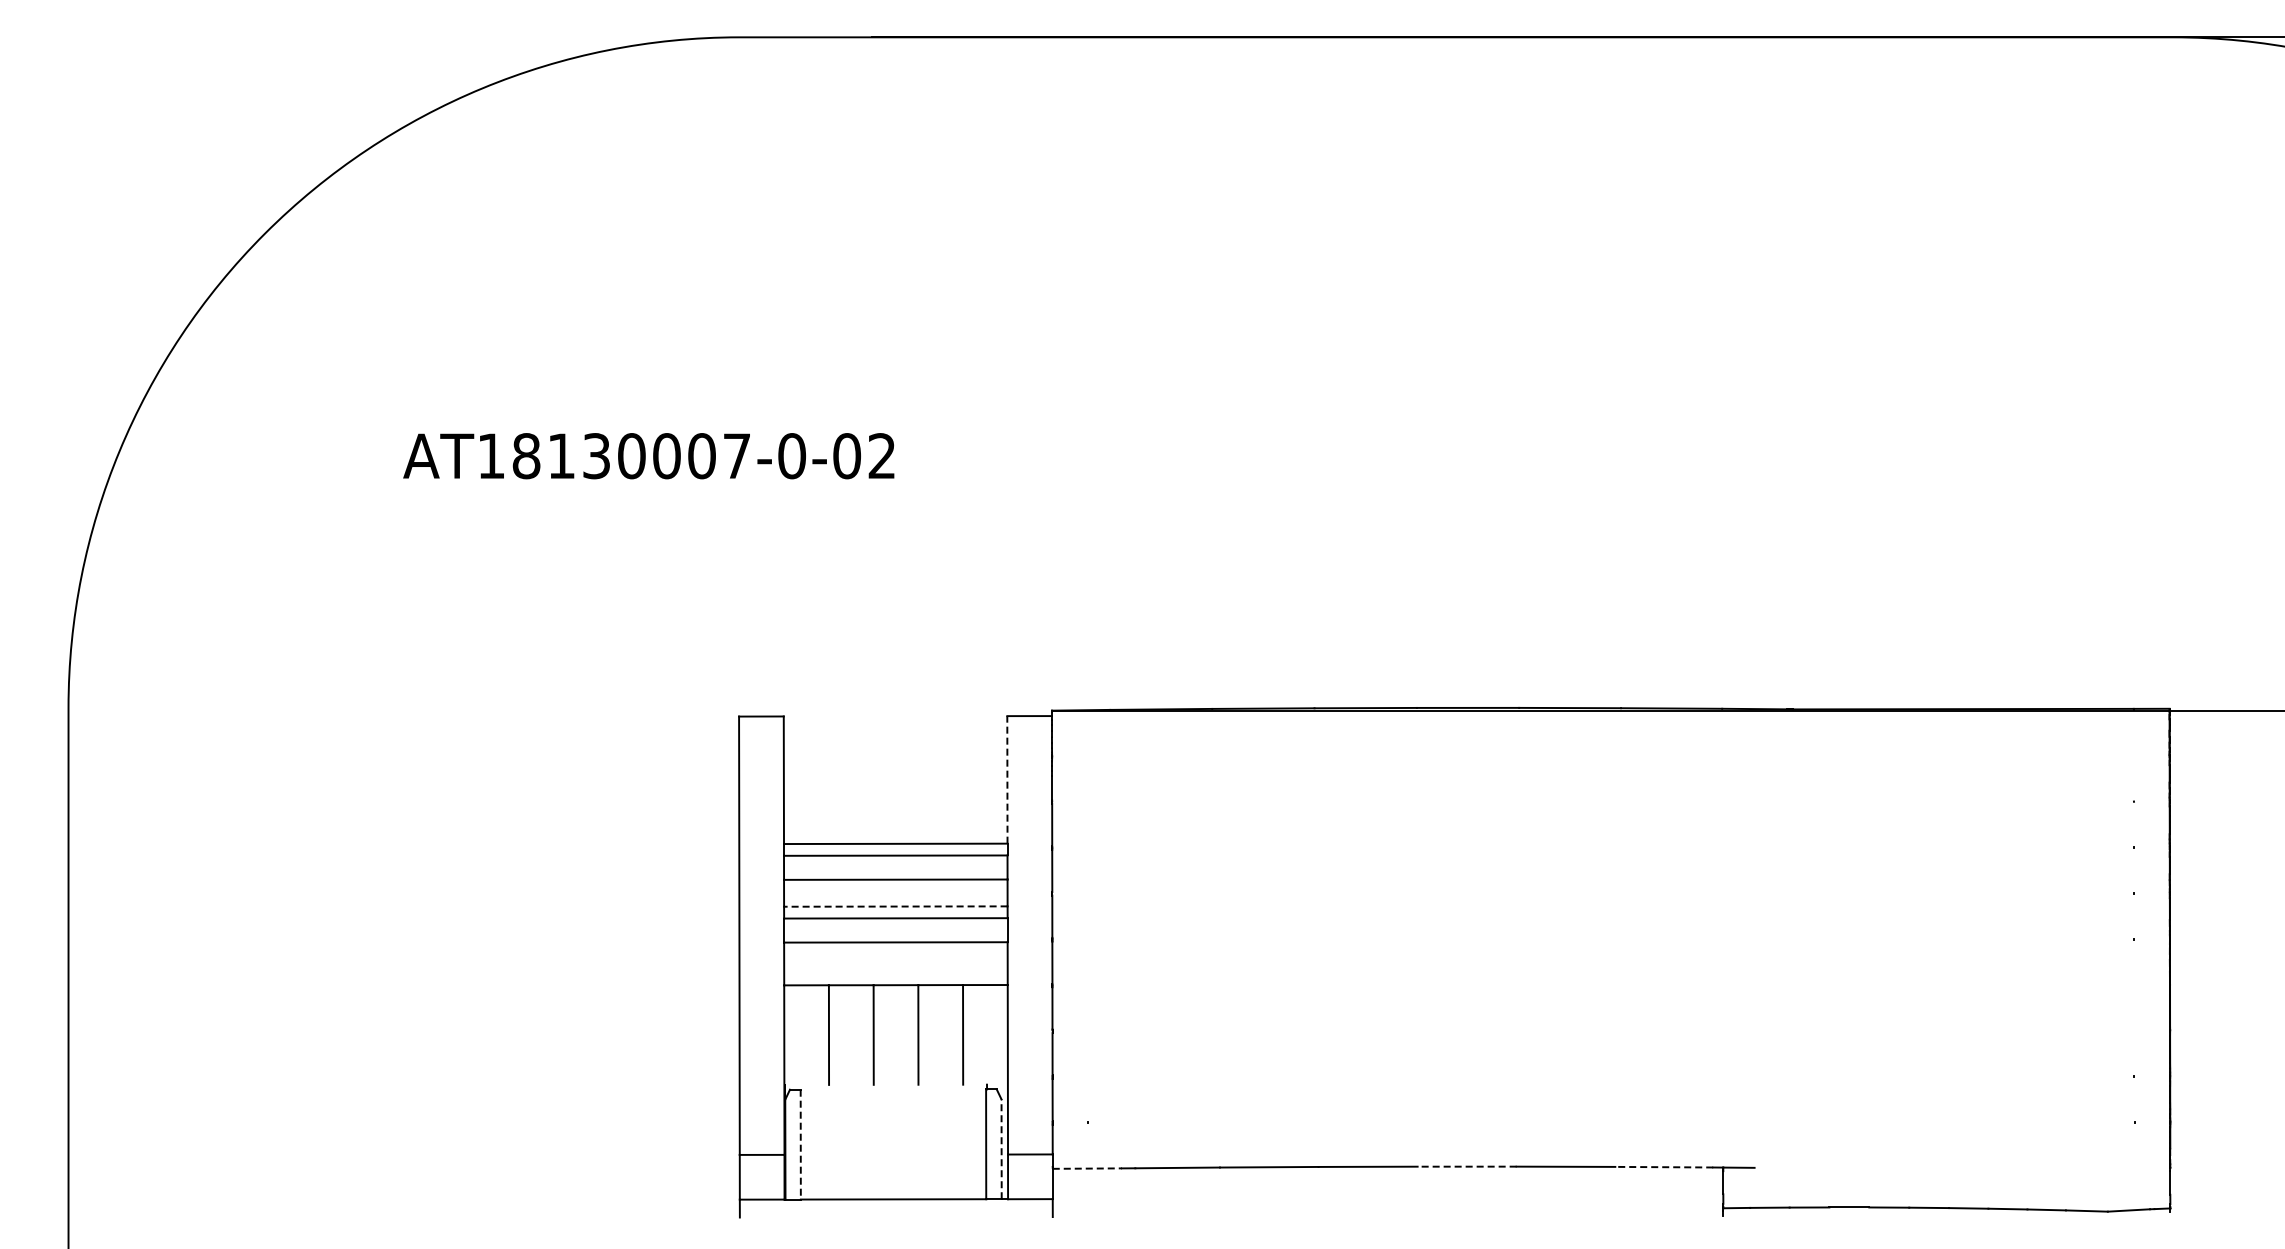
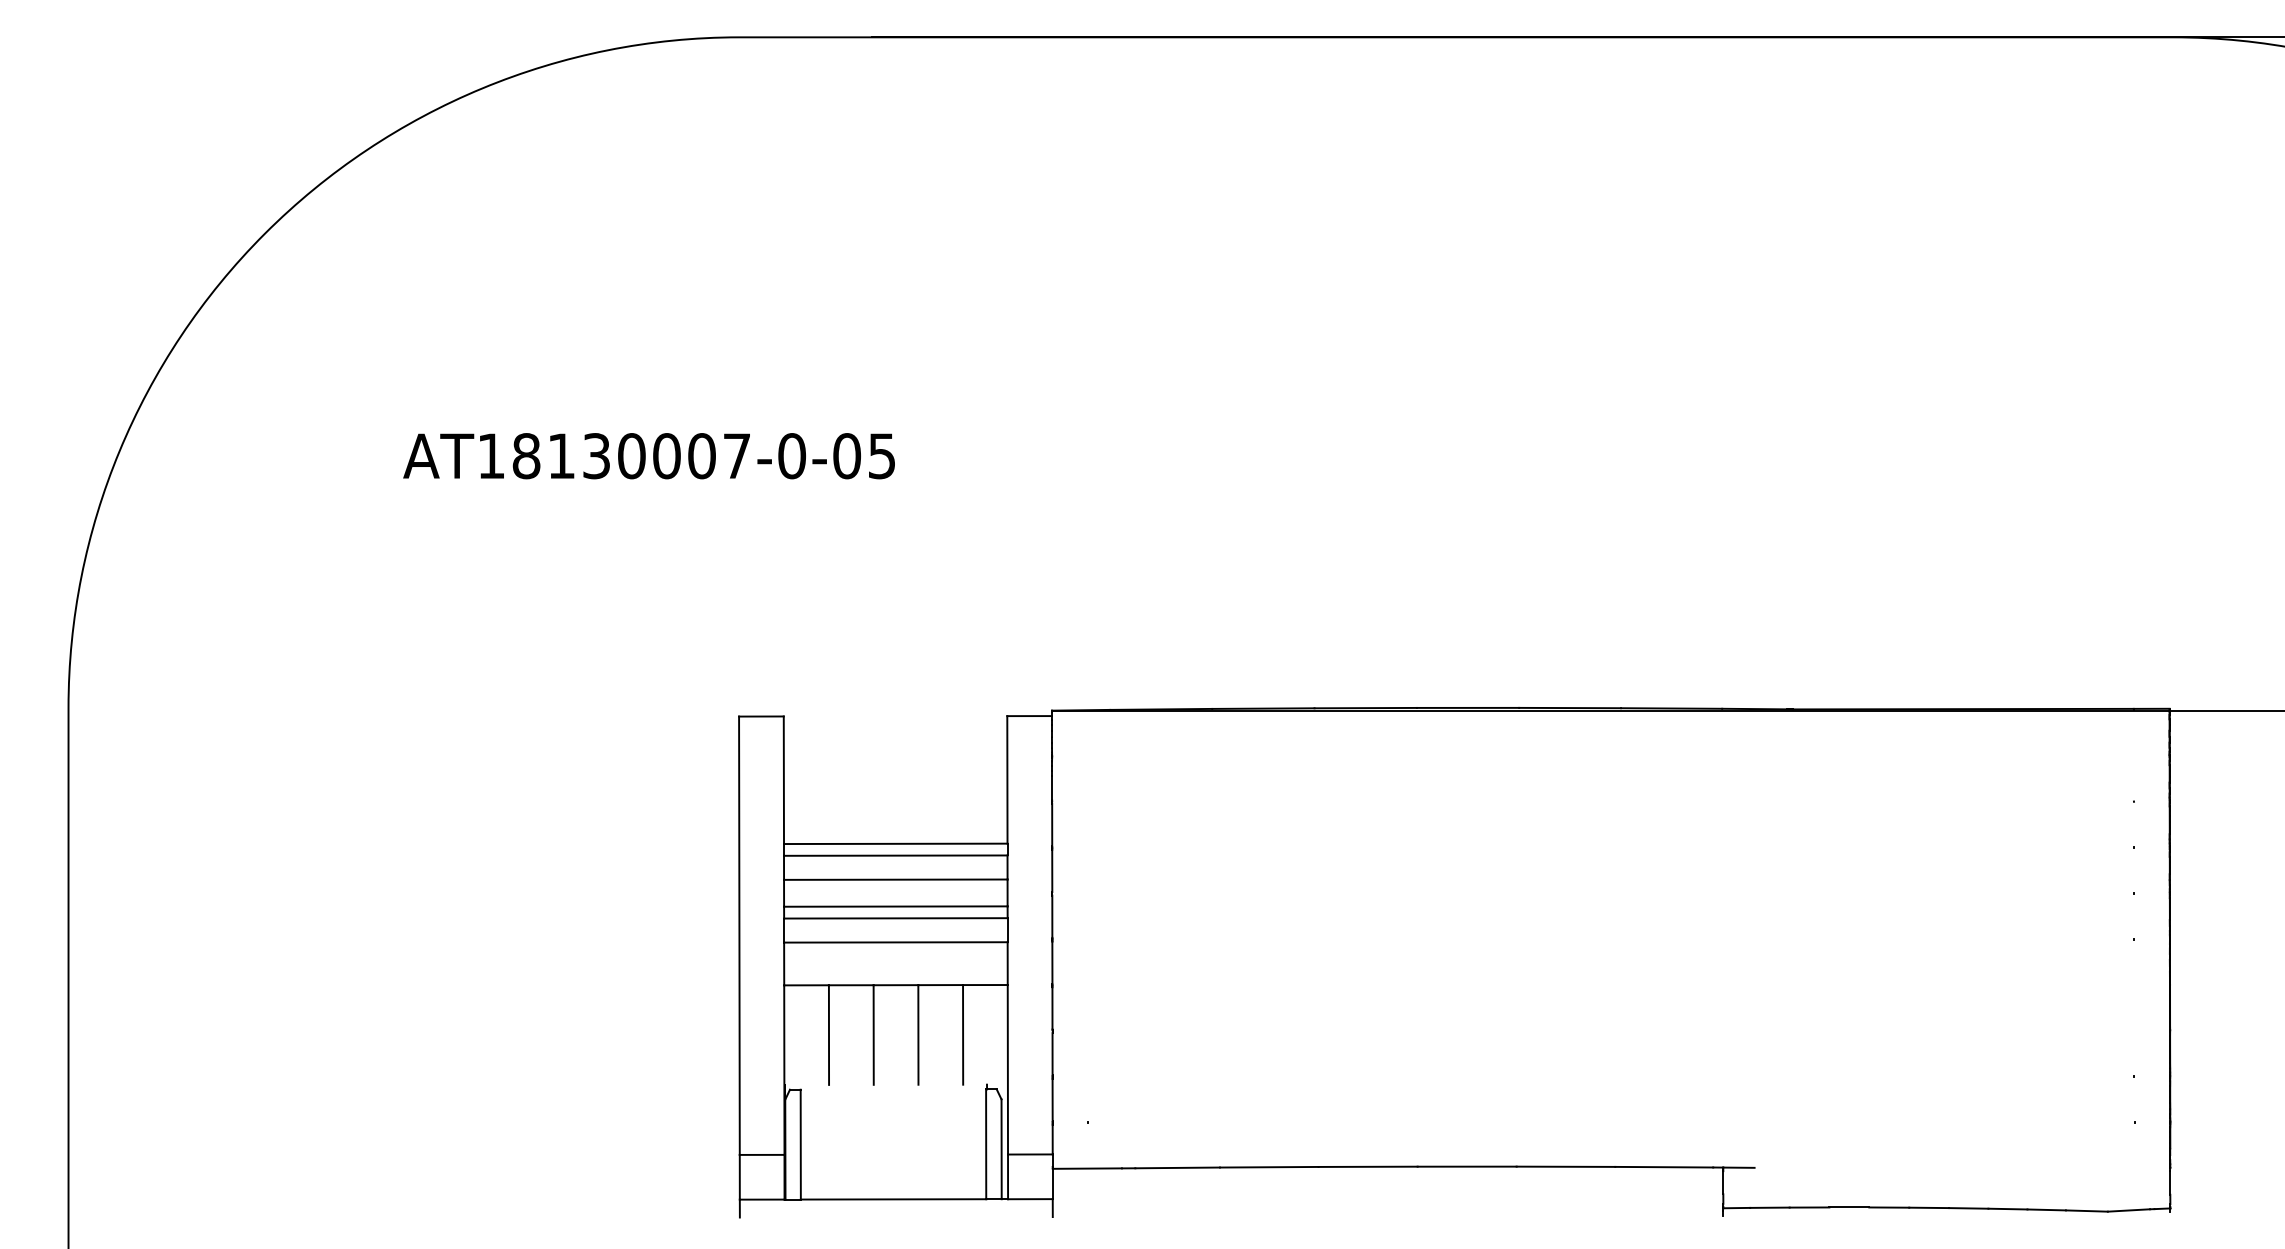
text at (881, 456): AT18130007-0-02 -> AT18130007-0-05
line at (1007, 779): dashed -> solid
line at (895, 906): dashed -> solid
line at (800, 1144): dashed -> solid
line at (1001, 1149): dashed -> solid
line at (1467, 1166): dashed -> solid
line at (1664, 1167): dashed -> solid
line at (1087, 1168): dashed -> solid
